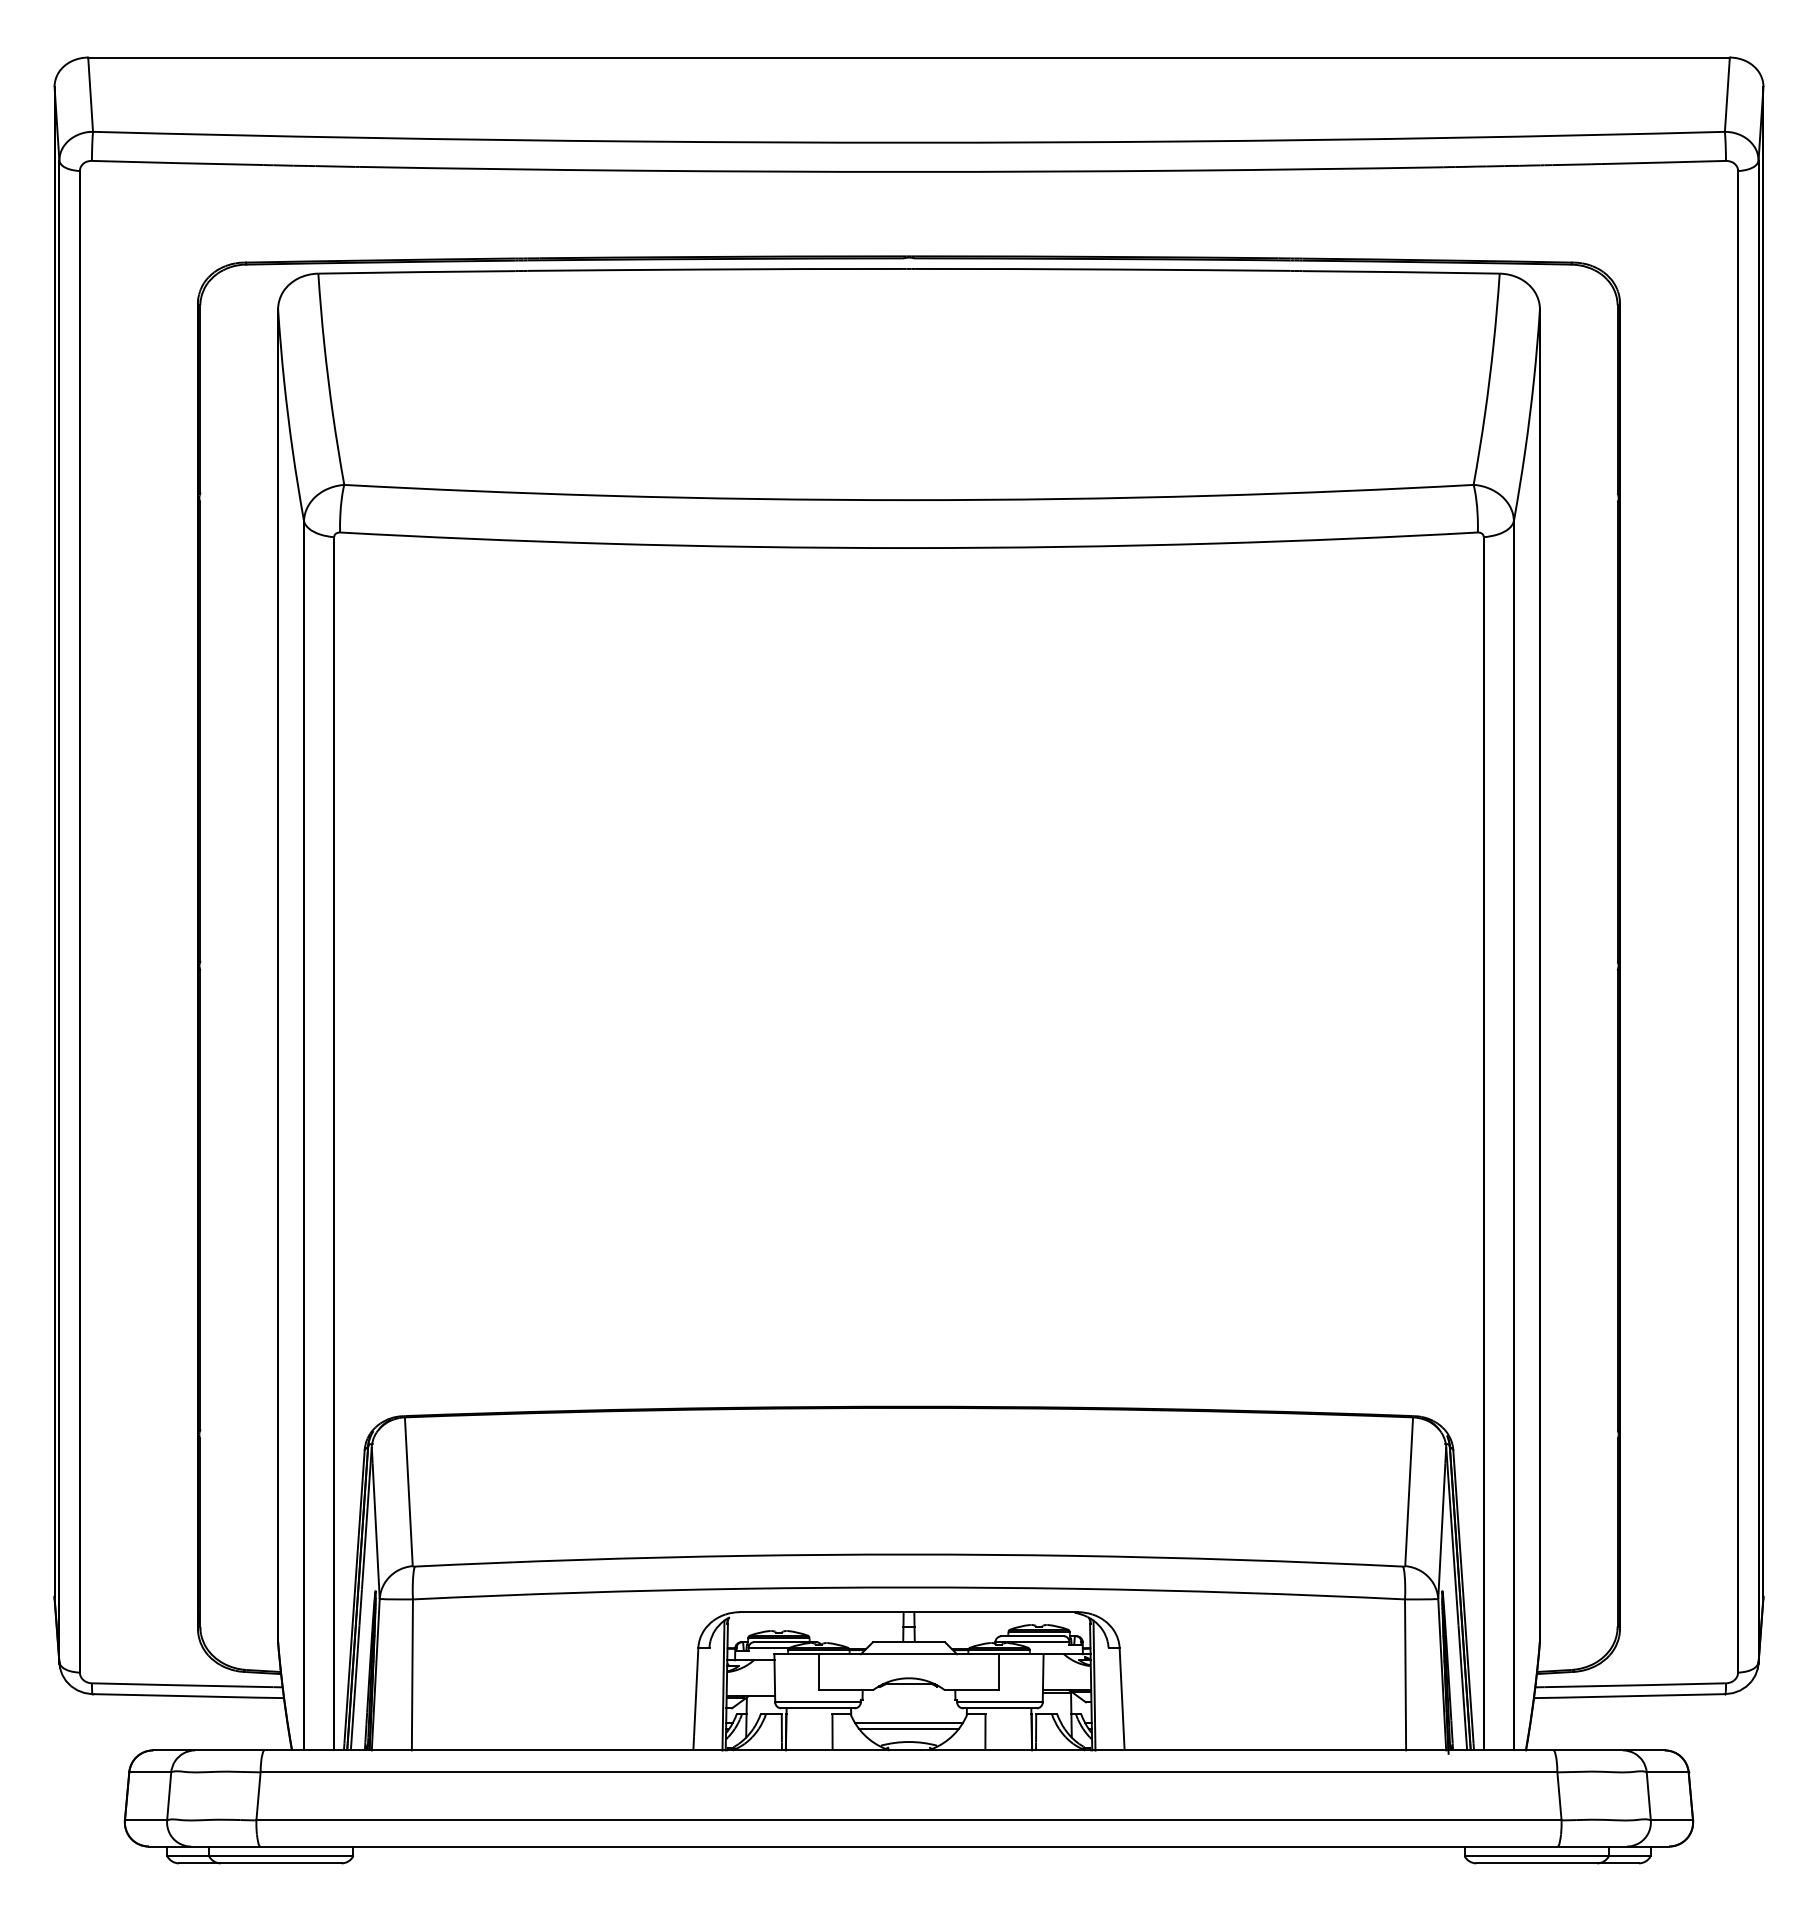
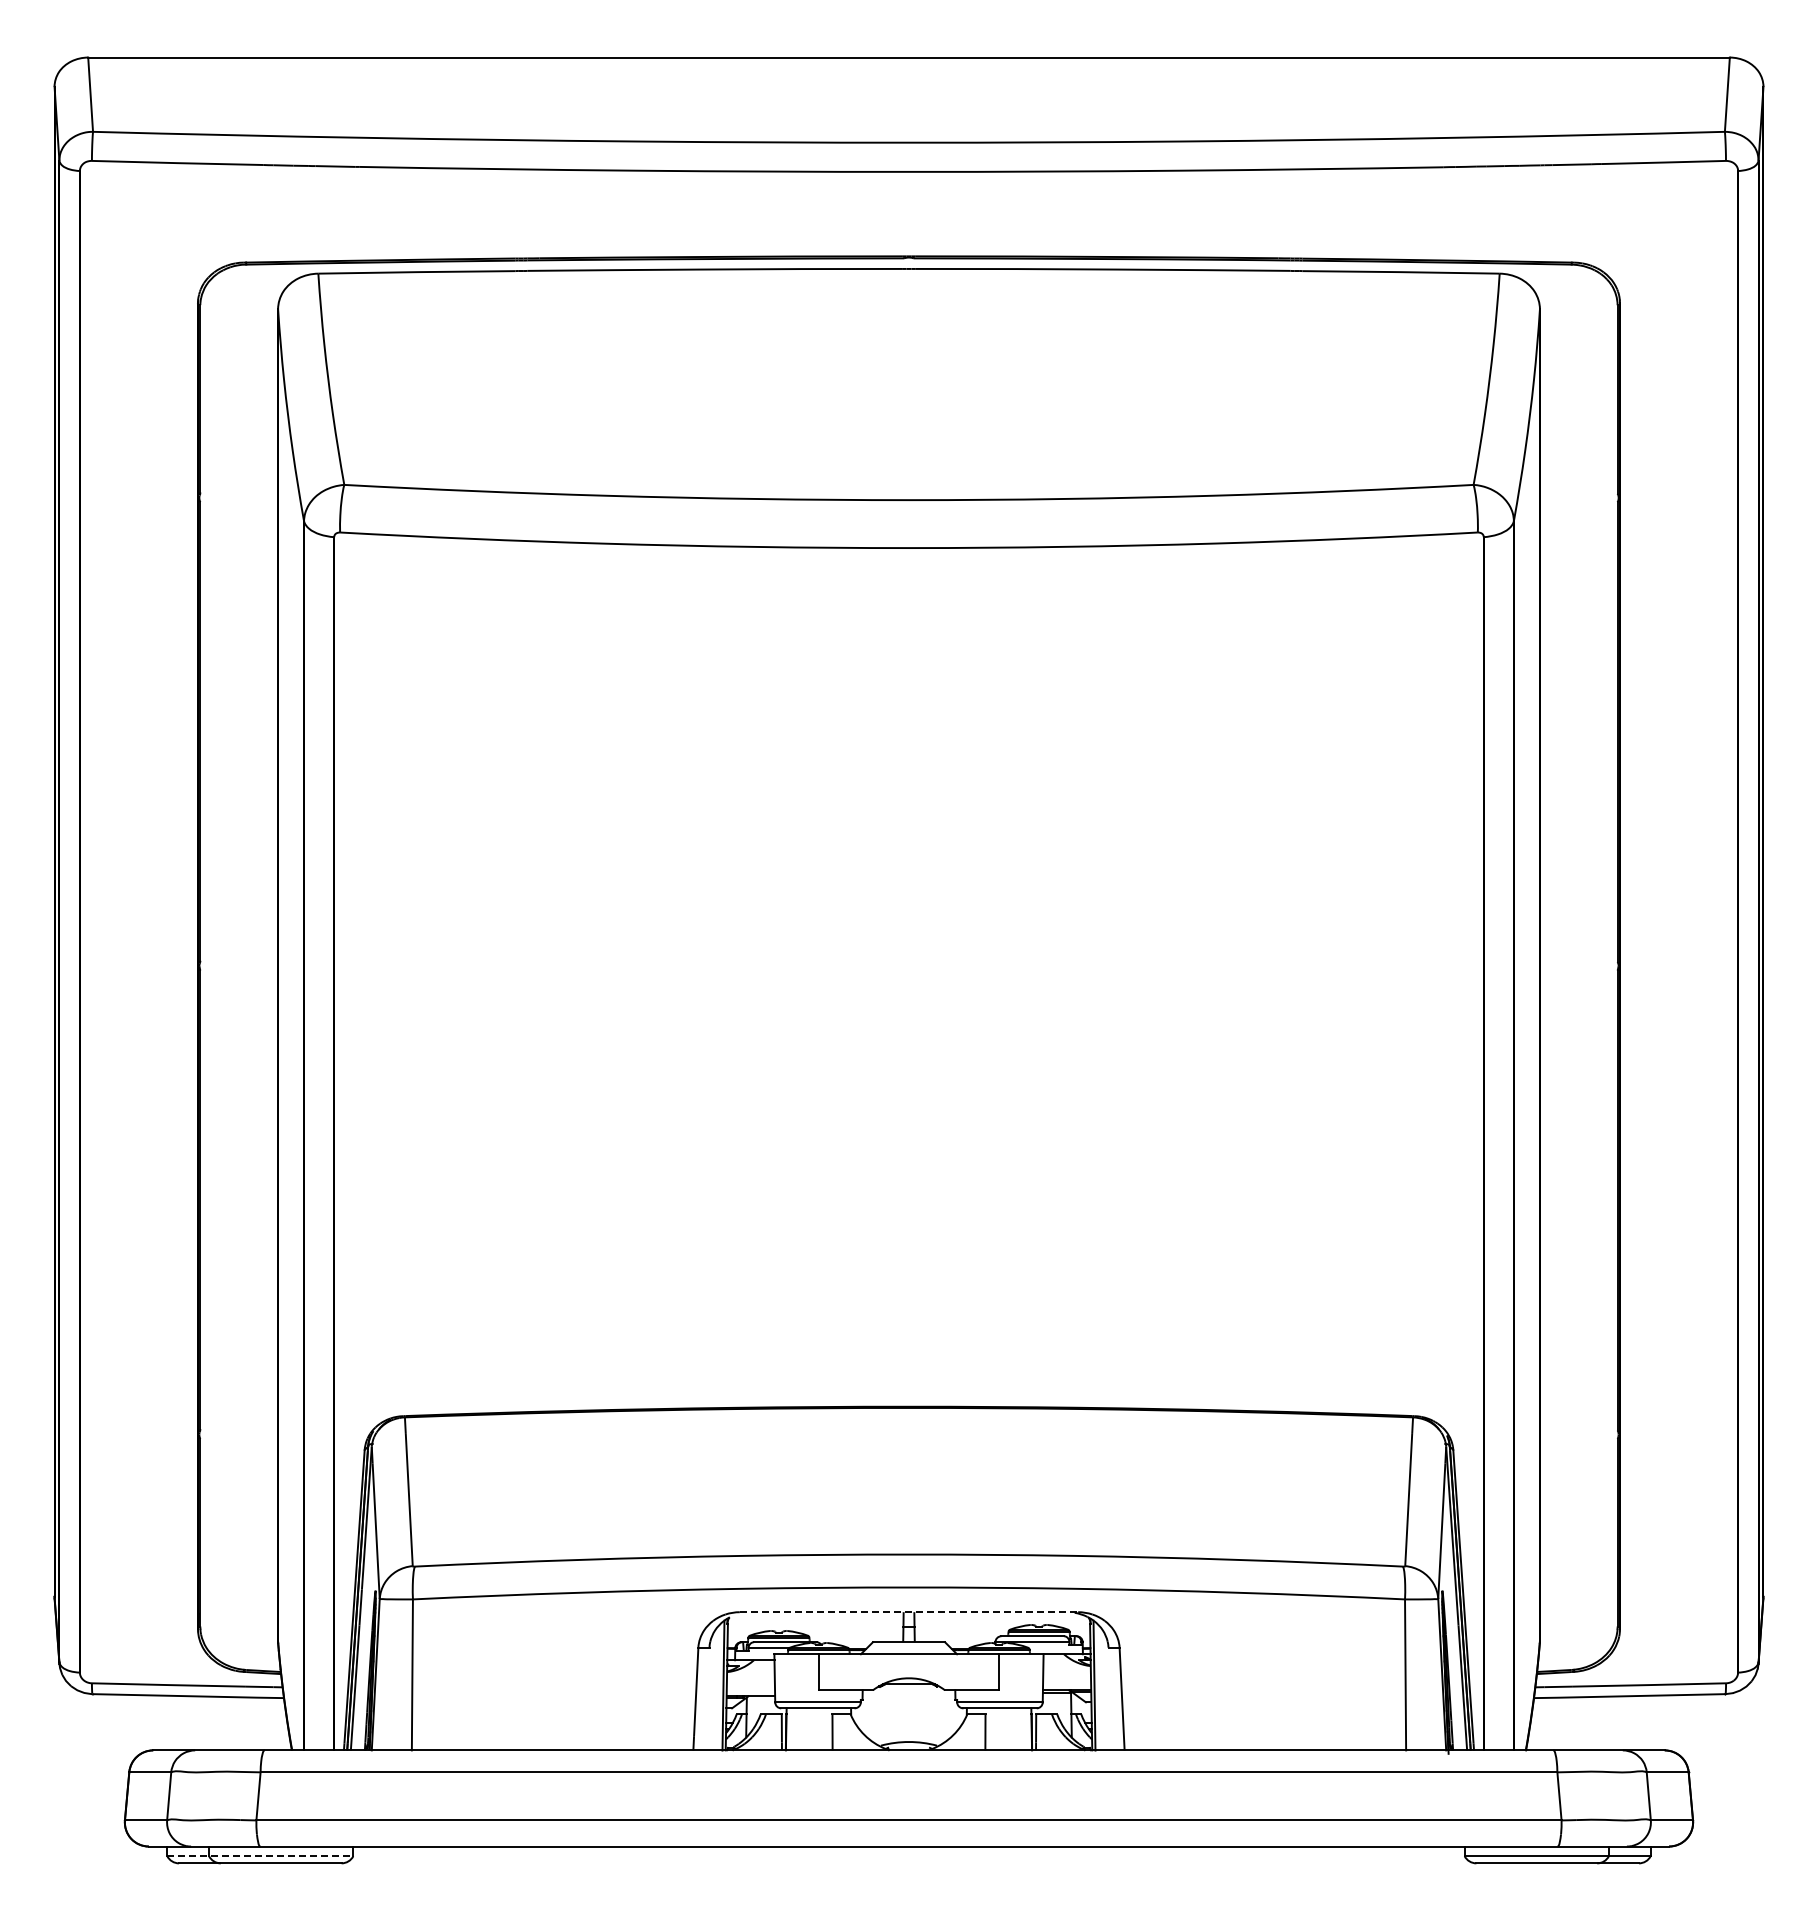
line at (909, 1612): solid -> dashed
line at (908, 1722): present -> none
line at (908, 1728): present -> none
line at (260, 1856): solid -> dashed
